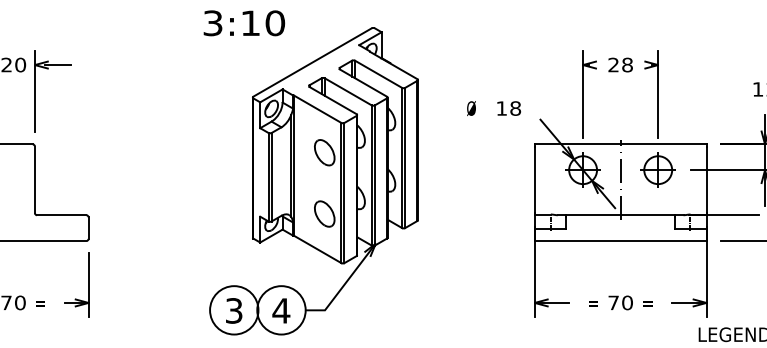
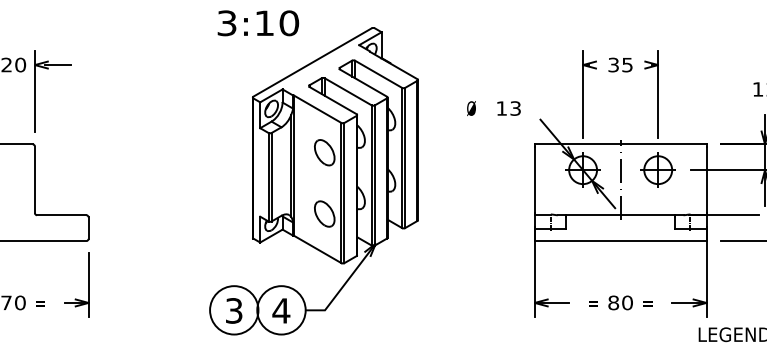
text at (244, 23) position: (244, 23) -> (258, 23)
text at (620, 64): 28 -> 35
text at (515, 108): 18 -> 13
text at (613, 302): 70 -> 80
